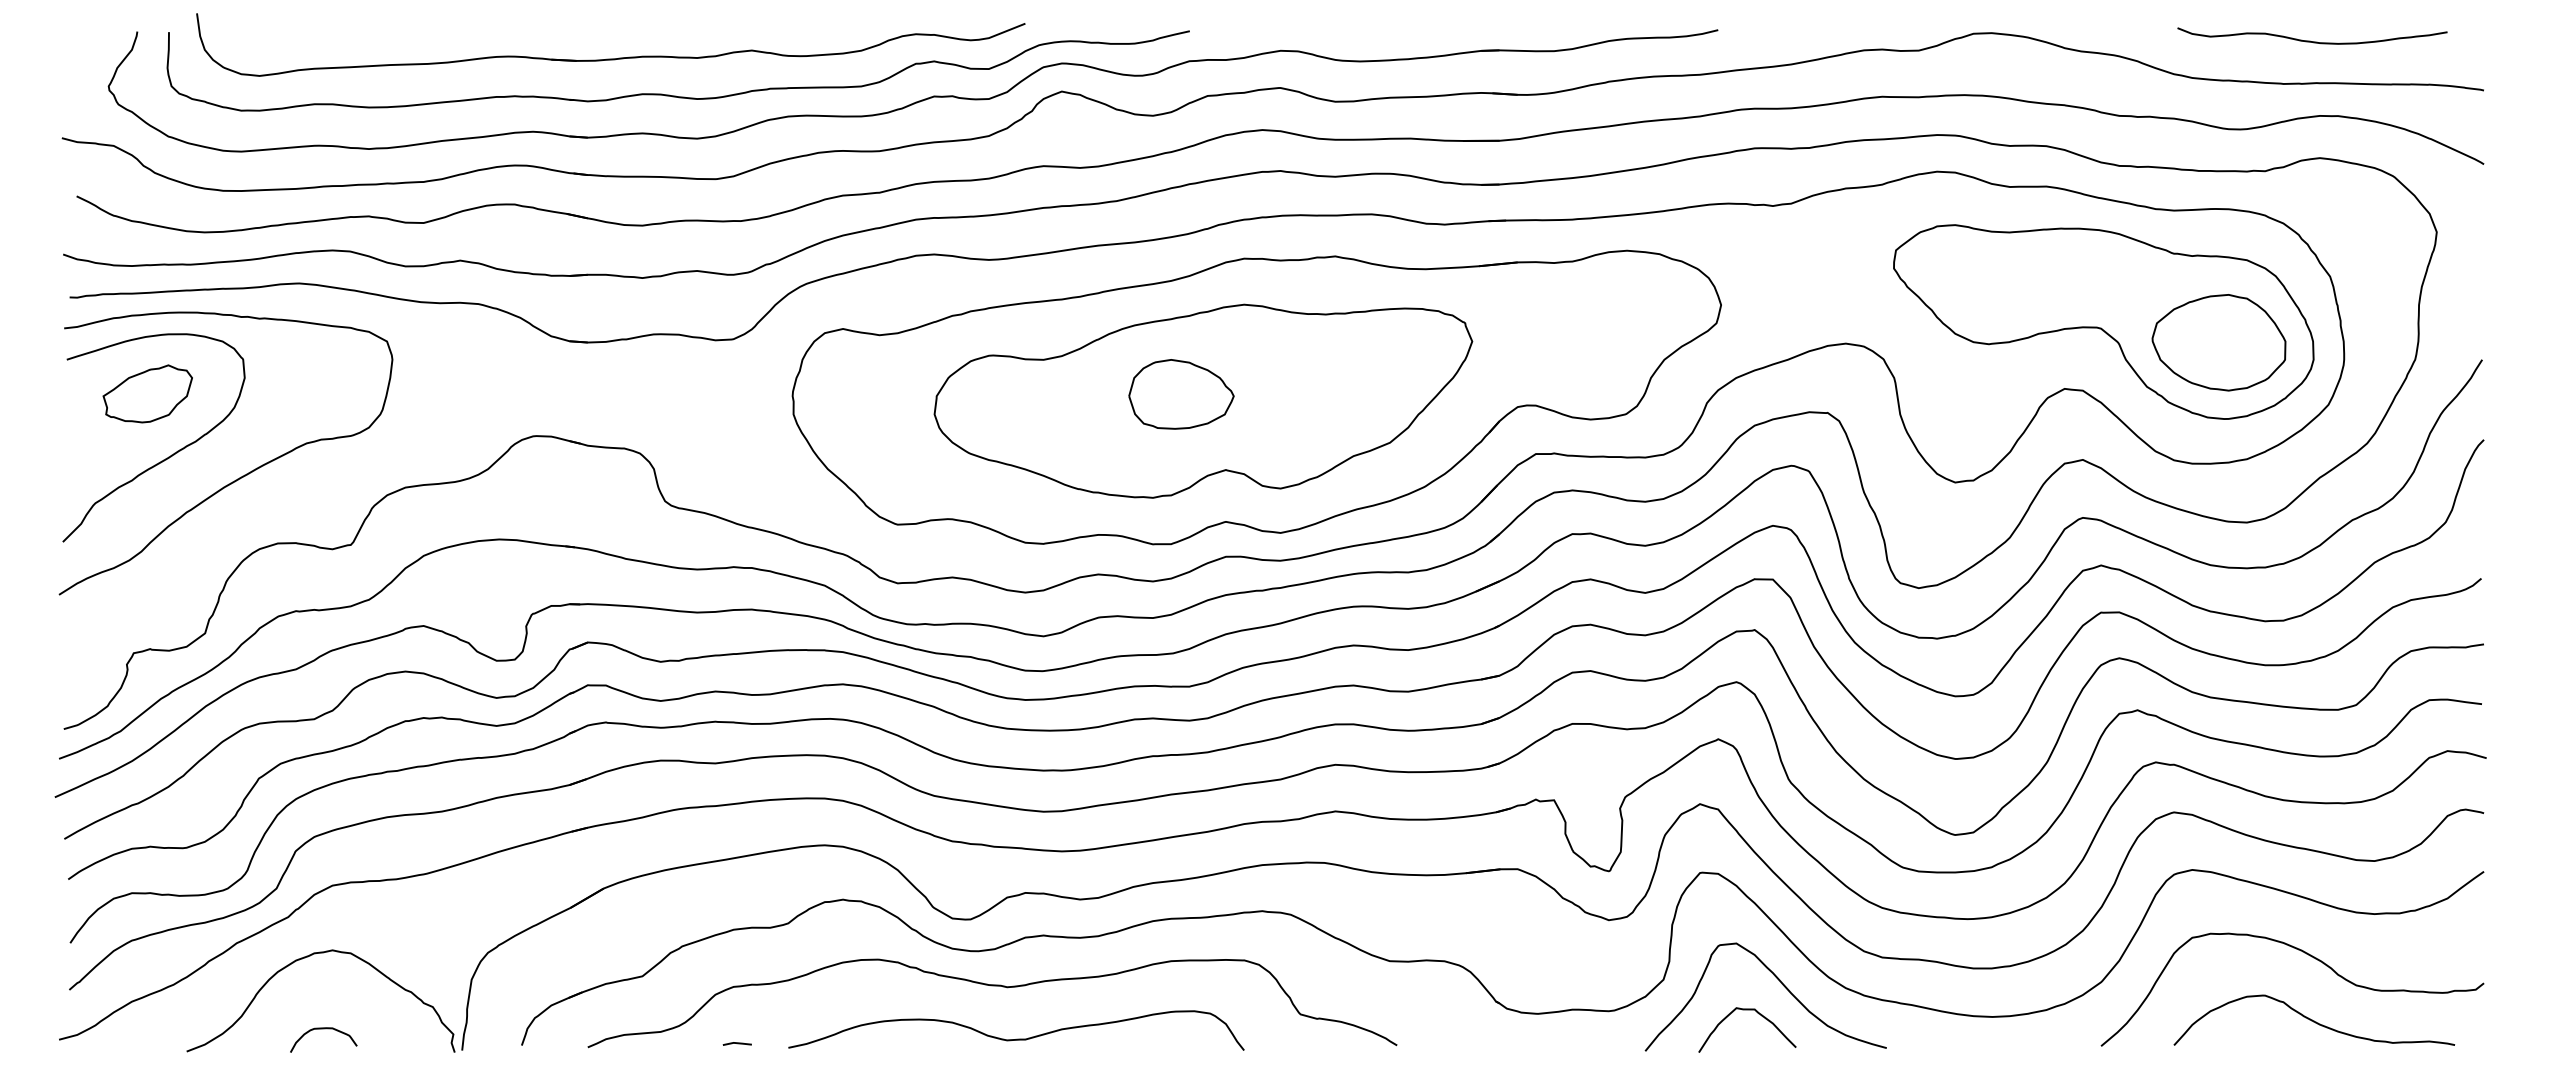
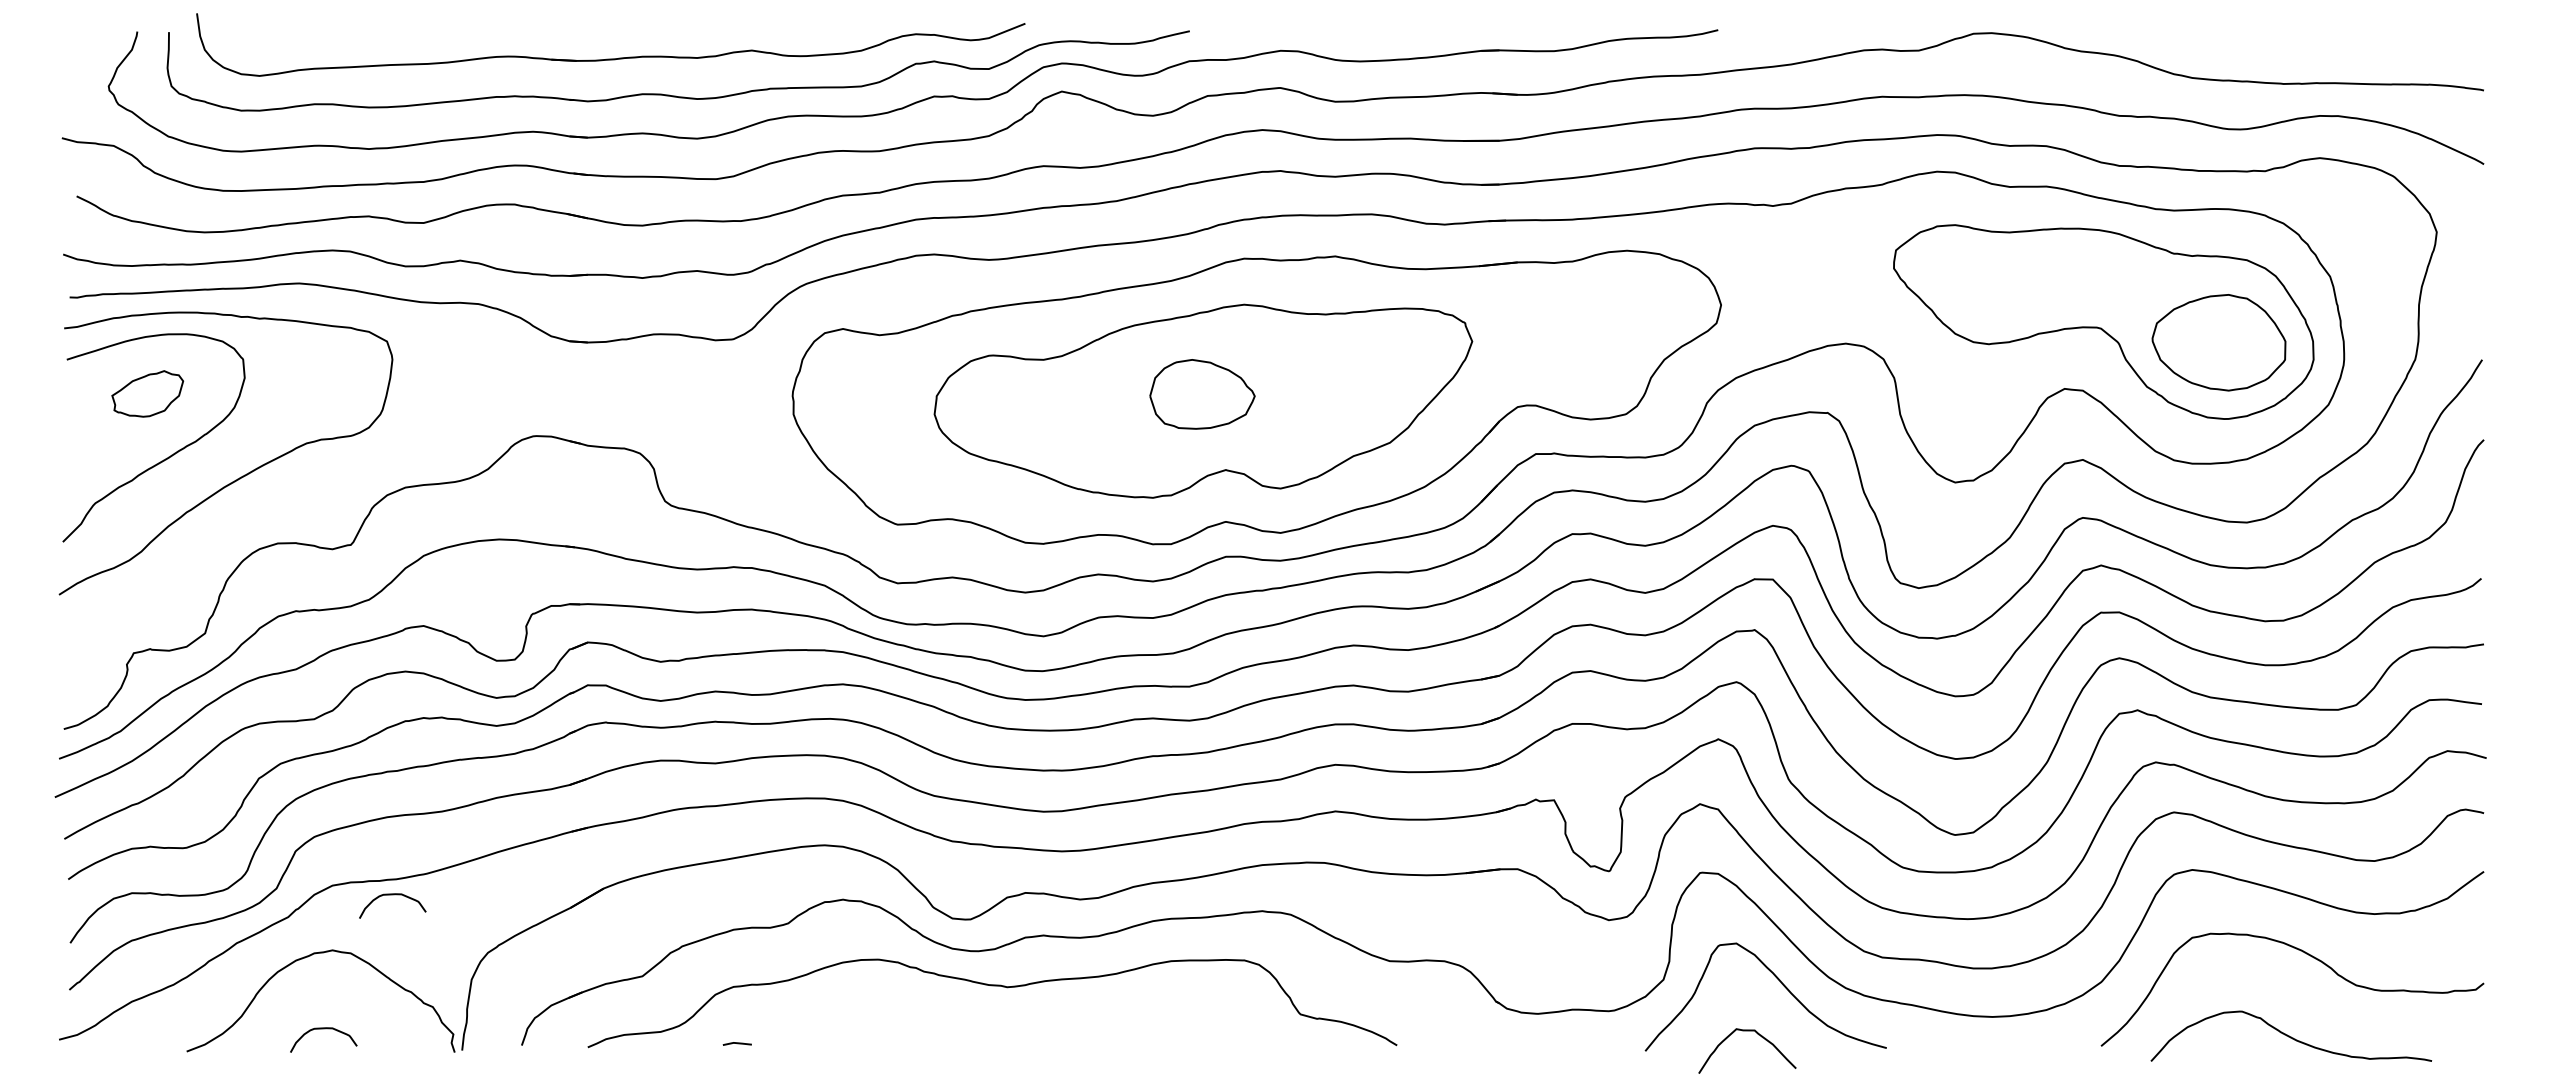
curve at (2310, 40): present -> none
part at (147, 393) size: 91x60 px -> 74x48 px
part at (1181, 394) position: (1181, 394) -> (1202, 394)
curve at (392, 895): none -> present
curve at (1758, 1014) position: (1758, 1014) -> (1758, 1035)
curve at (2314, 1020) position: (2314, 1020) -> (2291, 1036)
curve at (1016, 1038): present -> none
